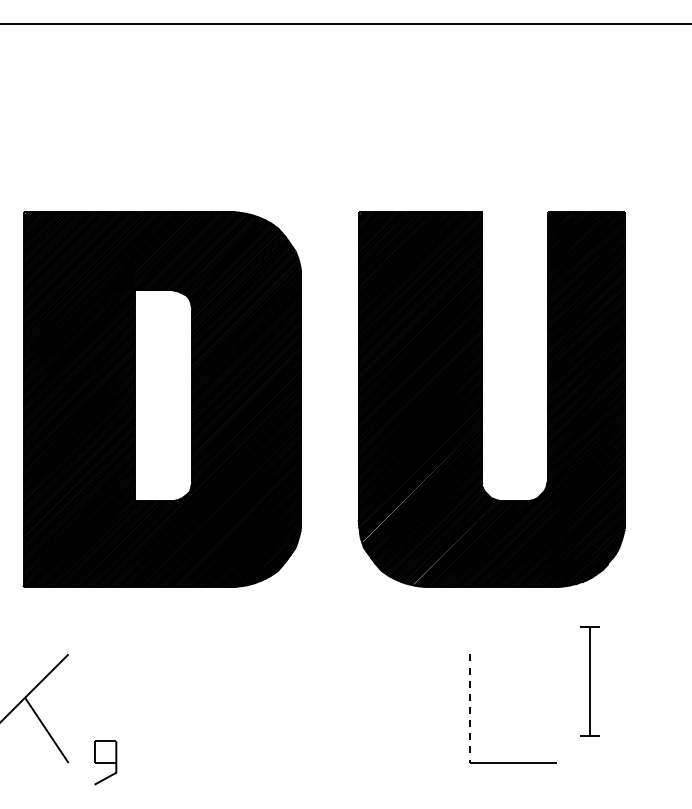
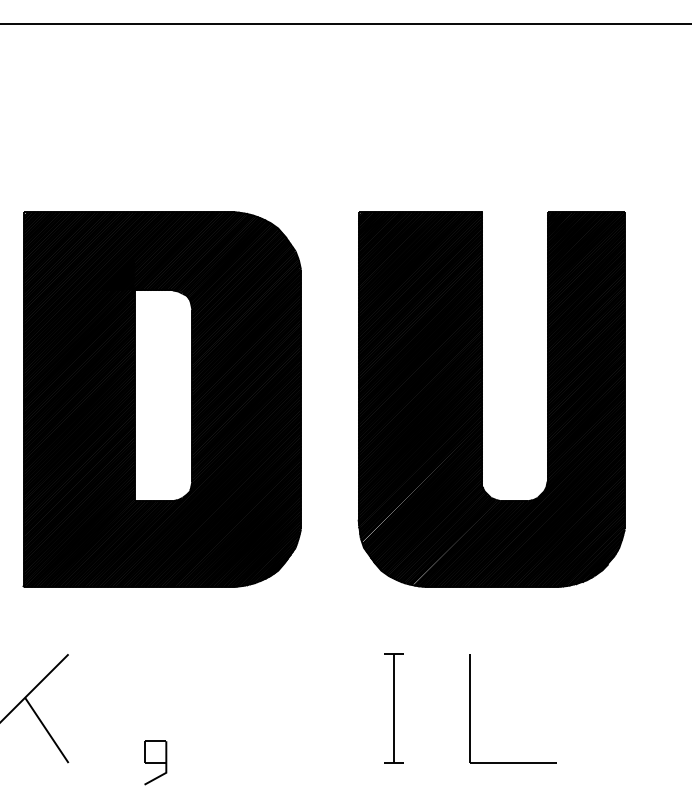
part at (589, 681) position: (589, 681) -> (393, 708)
line at (470, 709): dashed -> solid
part at (105, 762) position: (105, 762) -> (155, 762)
